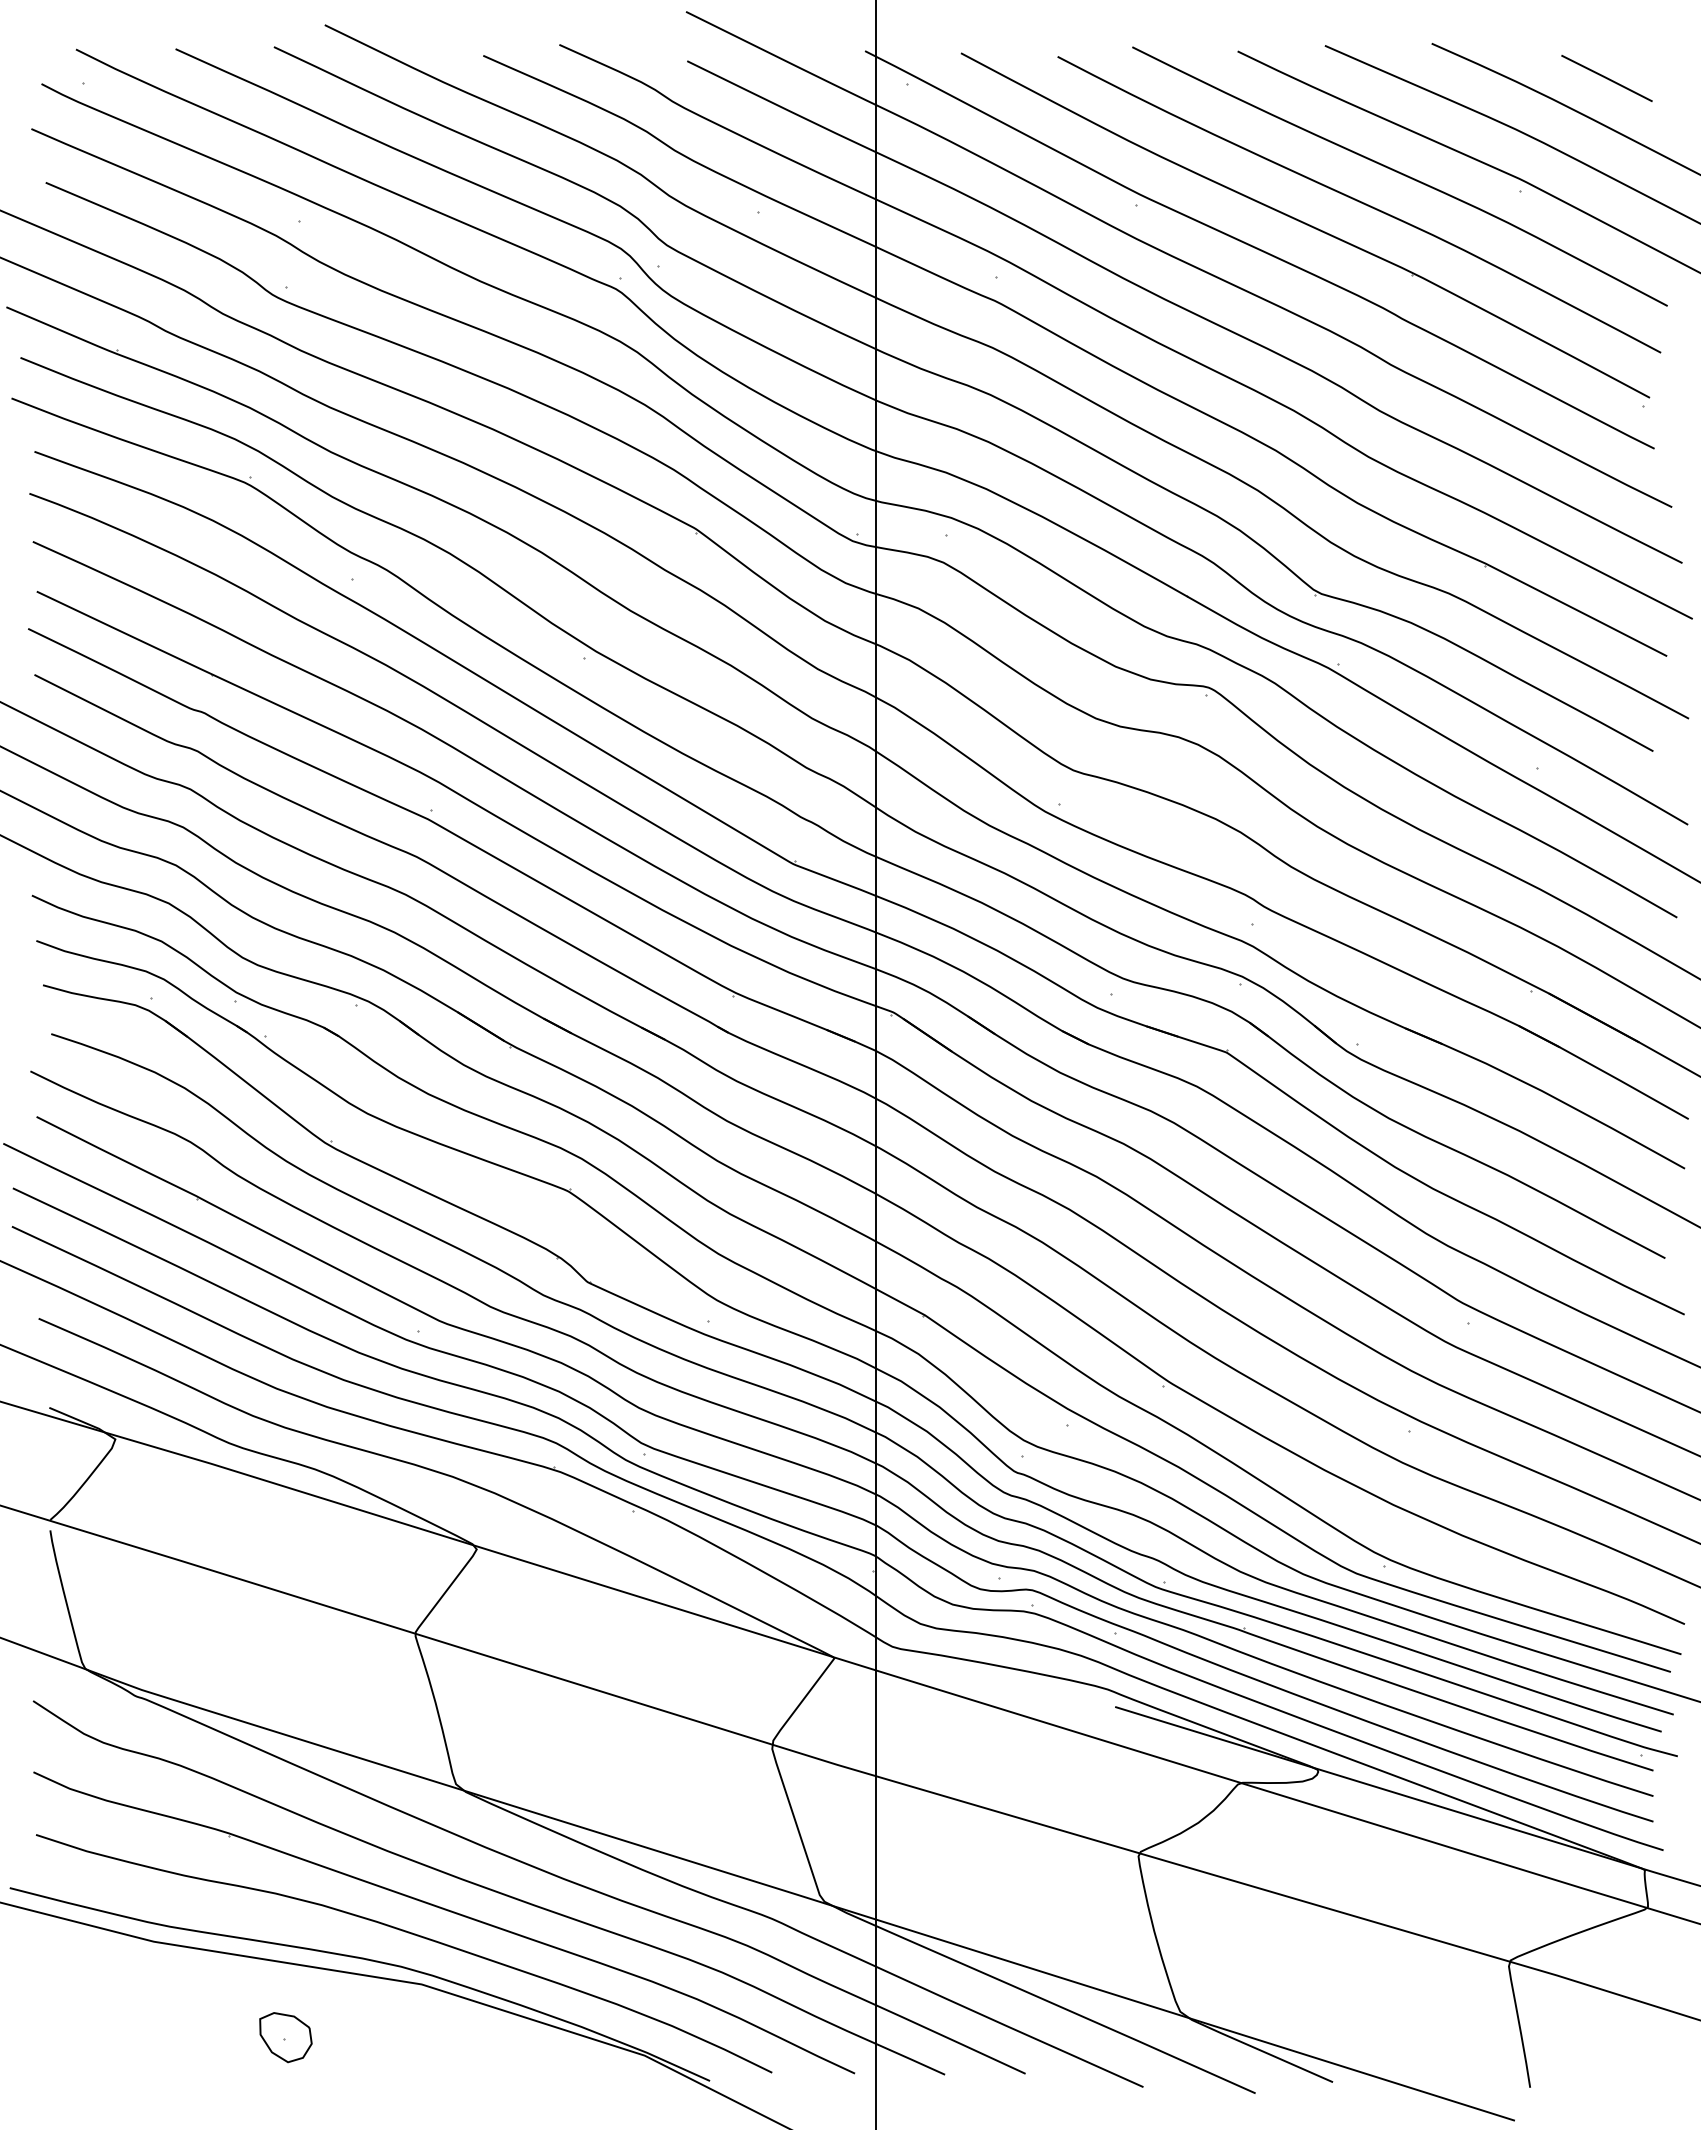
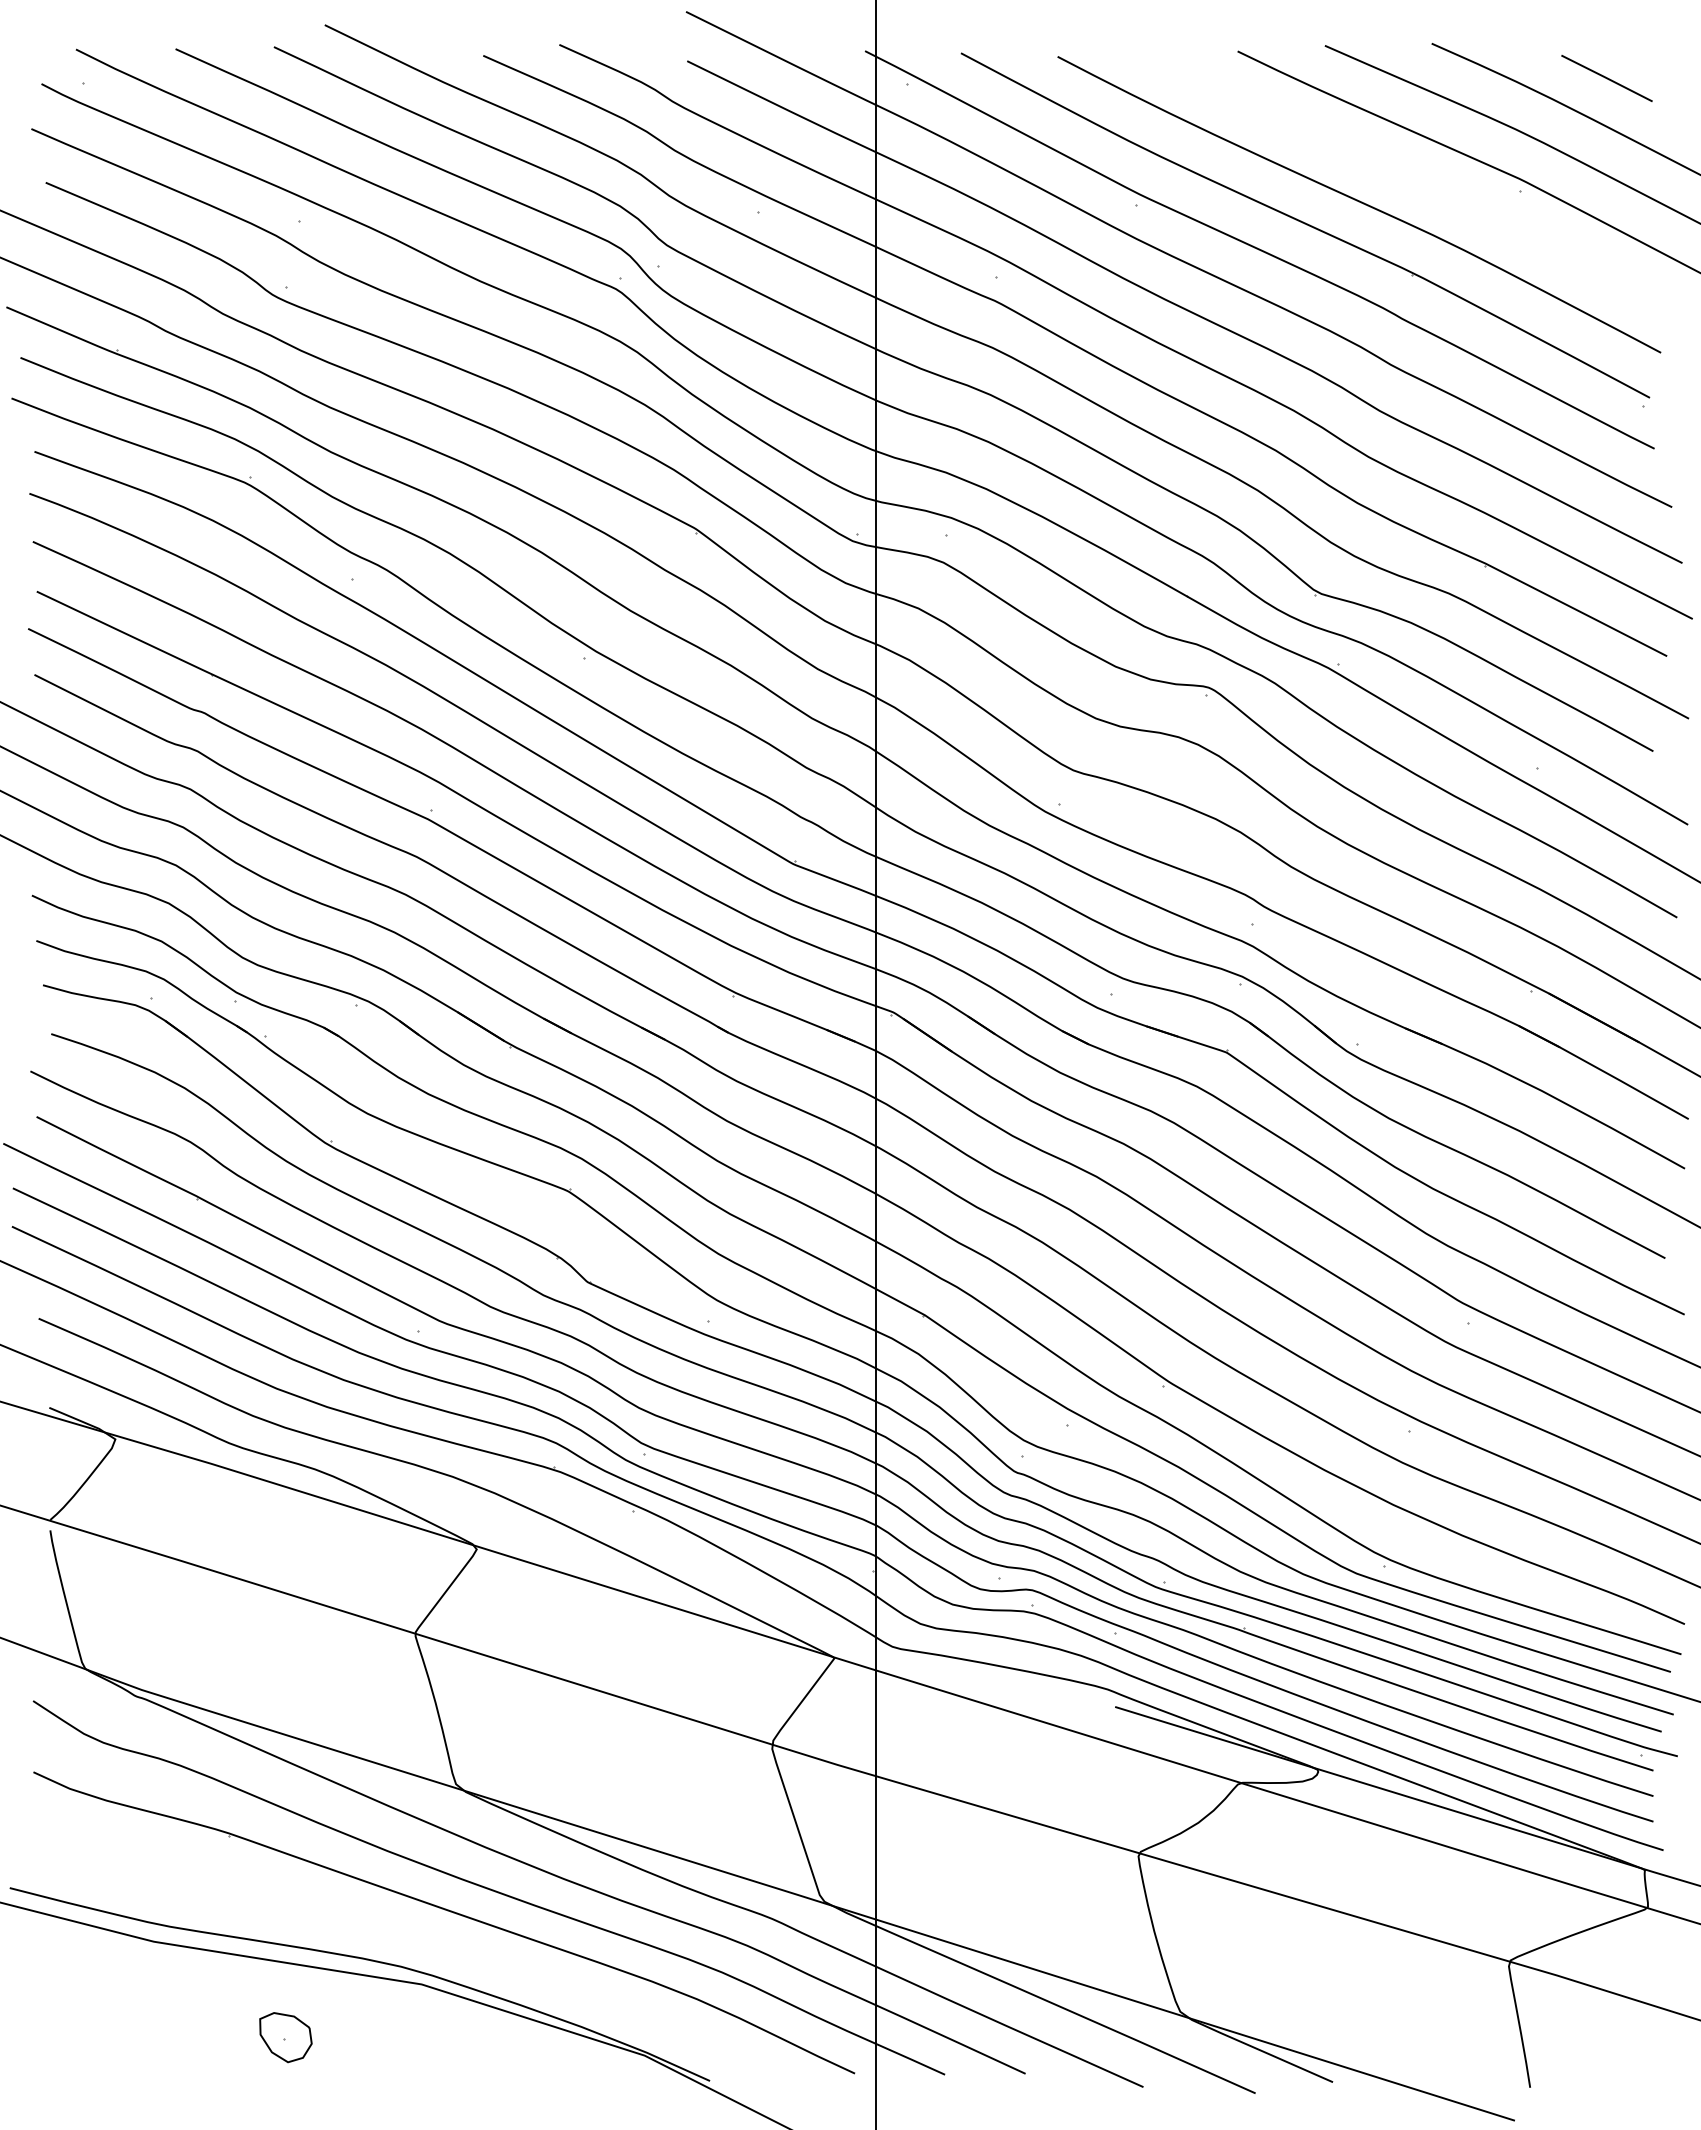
curve at (1400, 174): present -> none
curve at (411, 1934): present -> none
